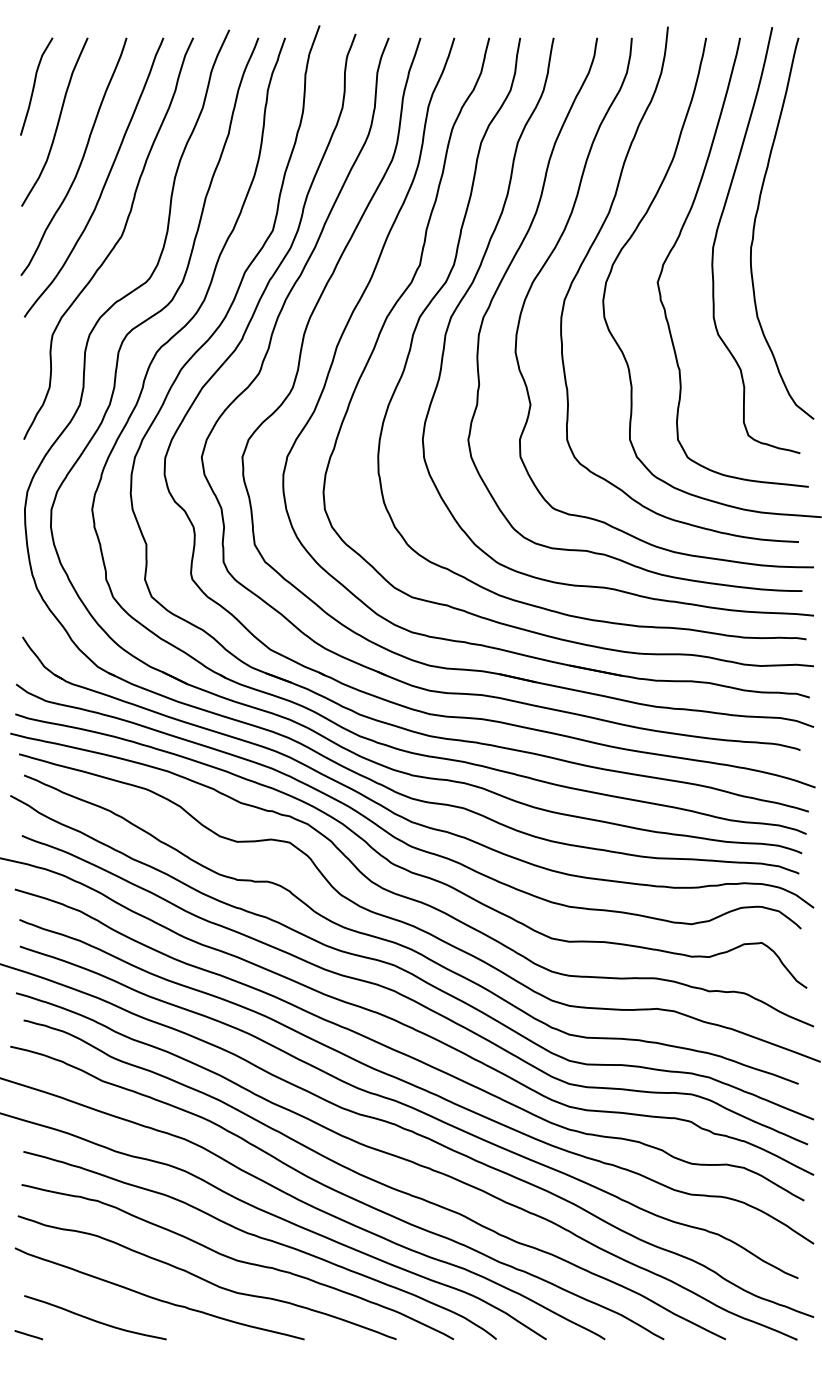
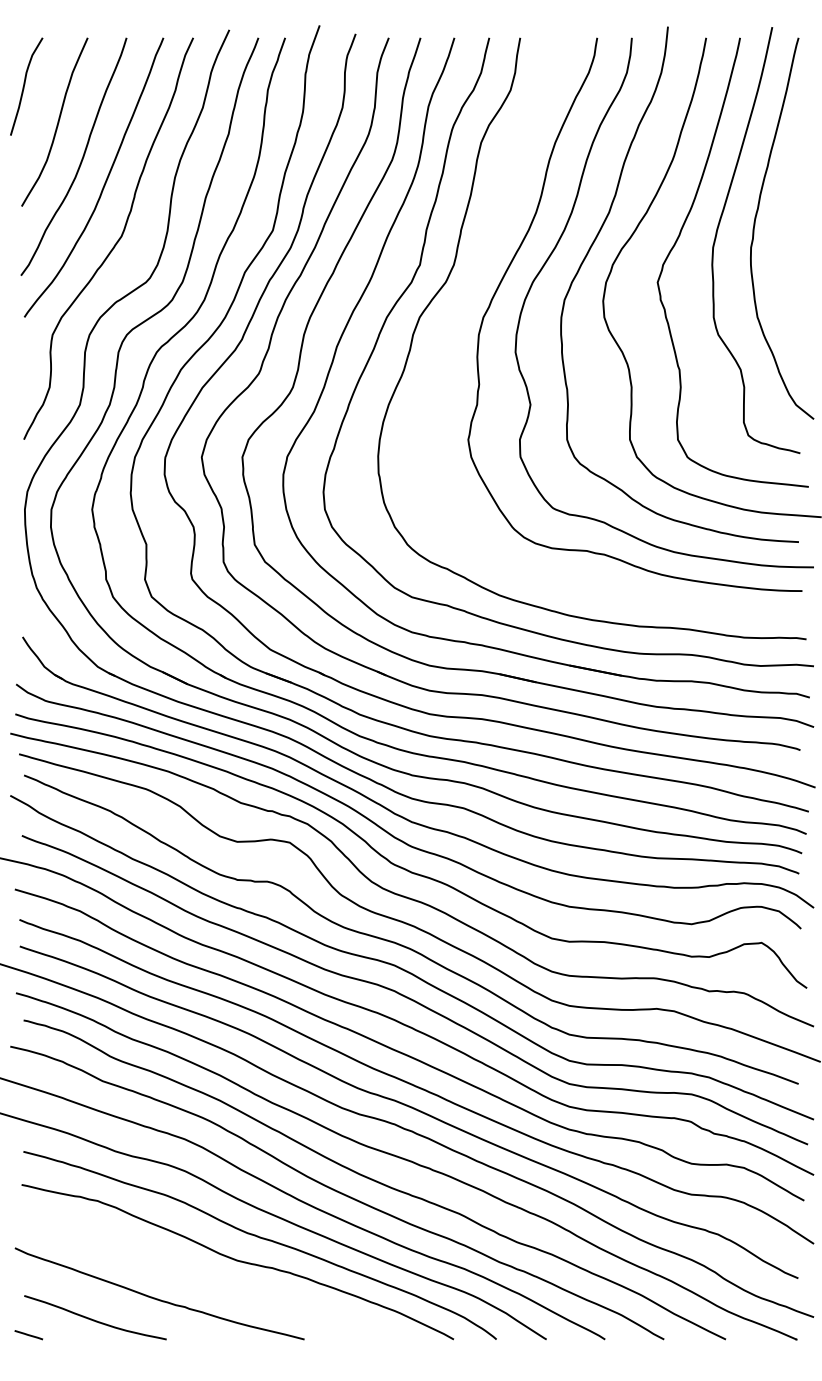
curve at (34, 86) position: (34, 86) -> (24, 86)
curve at (480, 268): present -> none
curve at (206, 1279): present -> none
